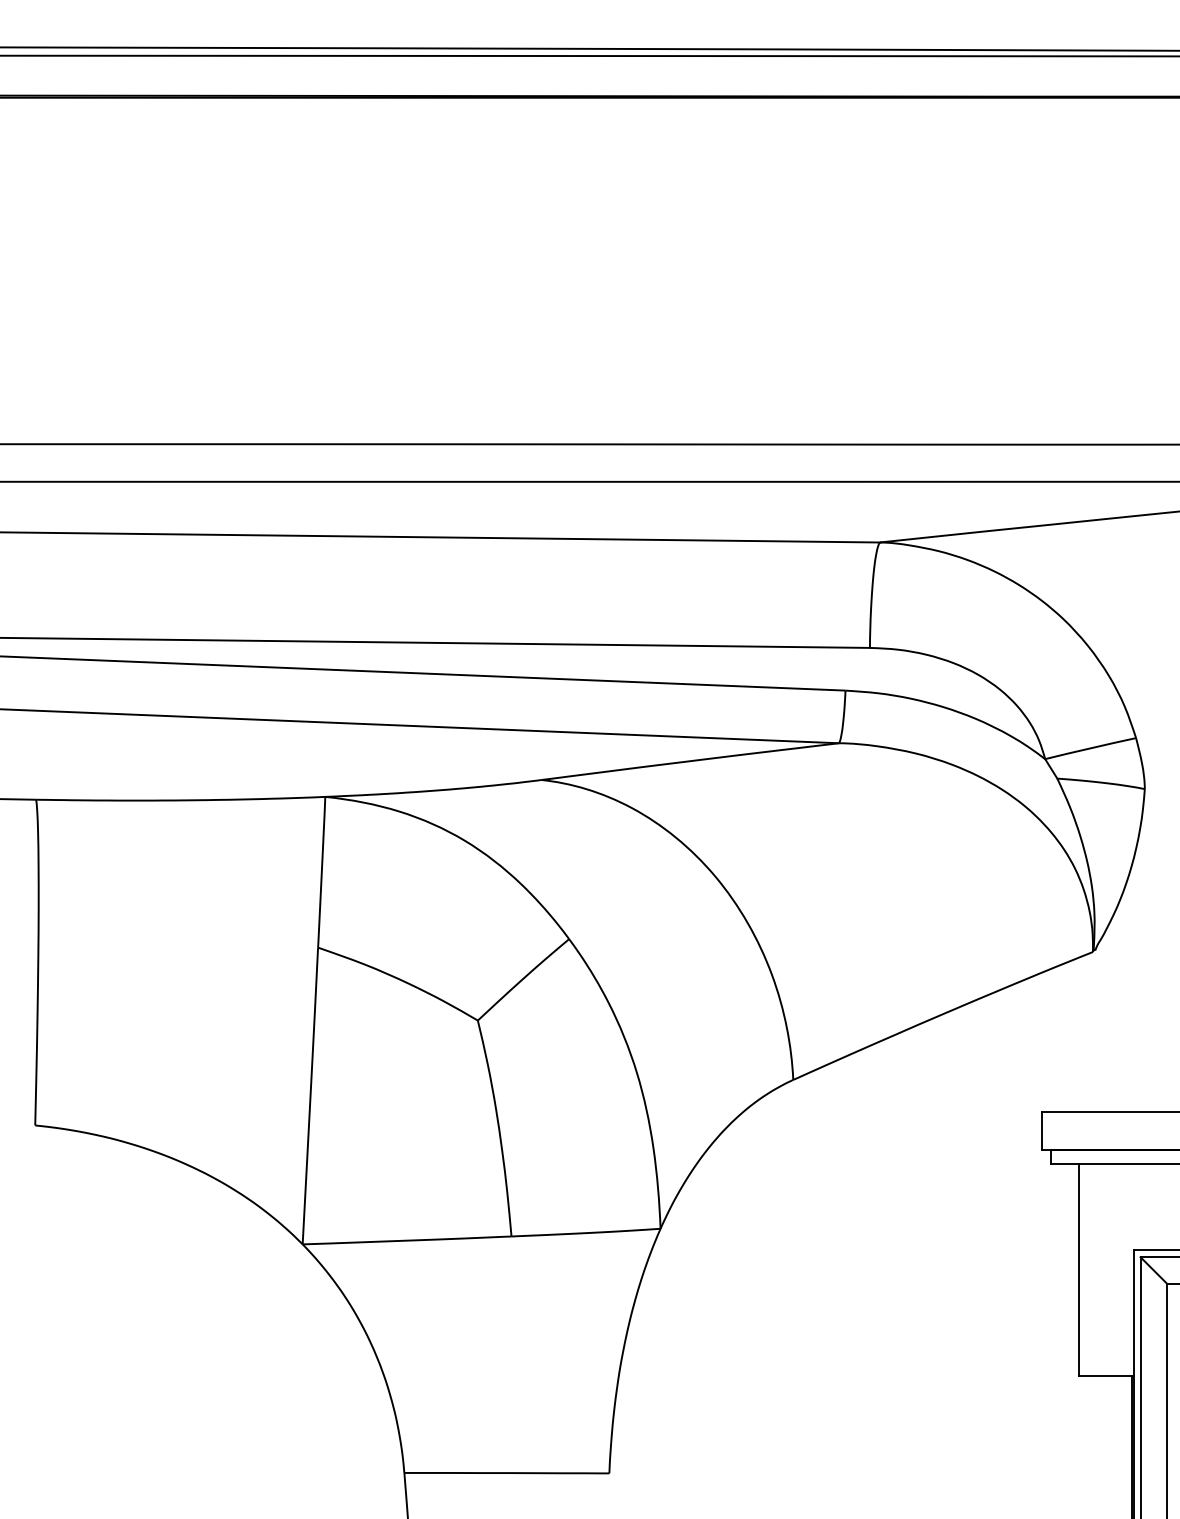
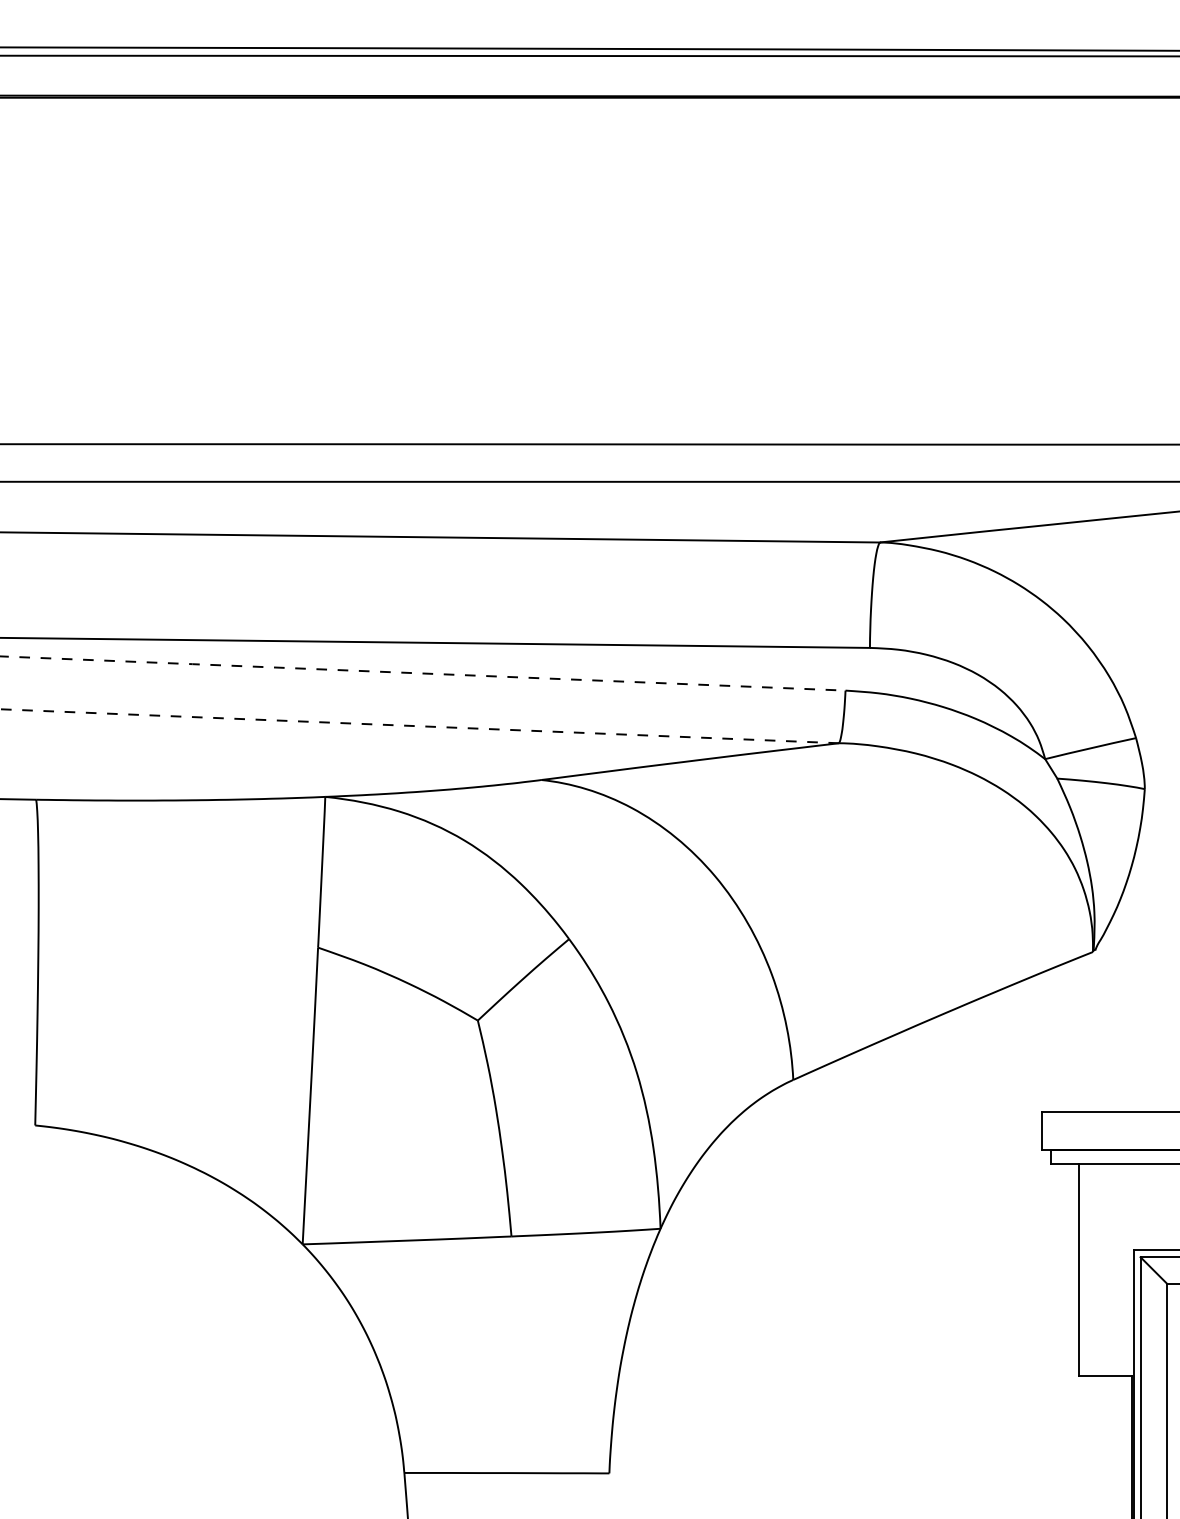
line at (423, 673): solid -> dashed
line at (419, 726): solid -> dashed
